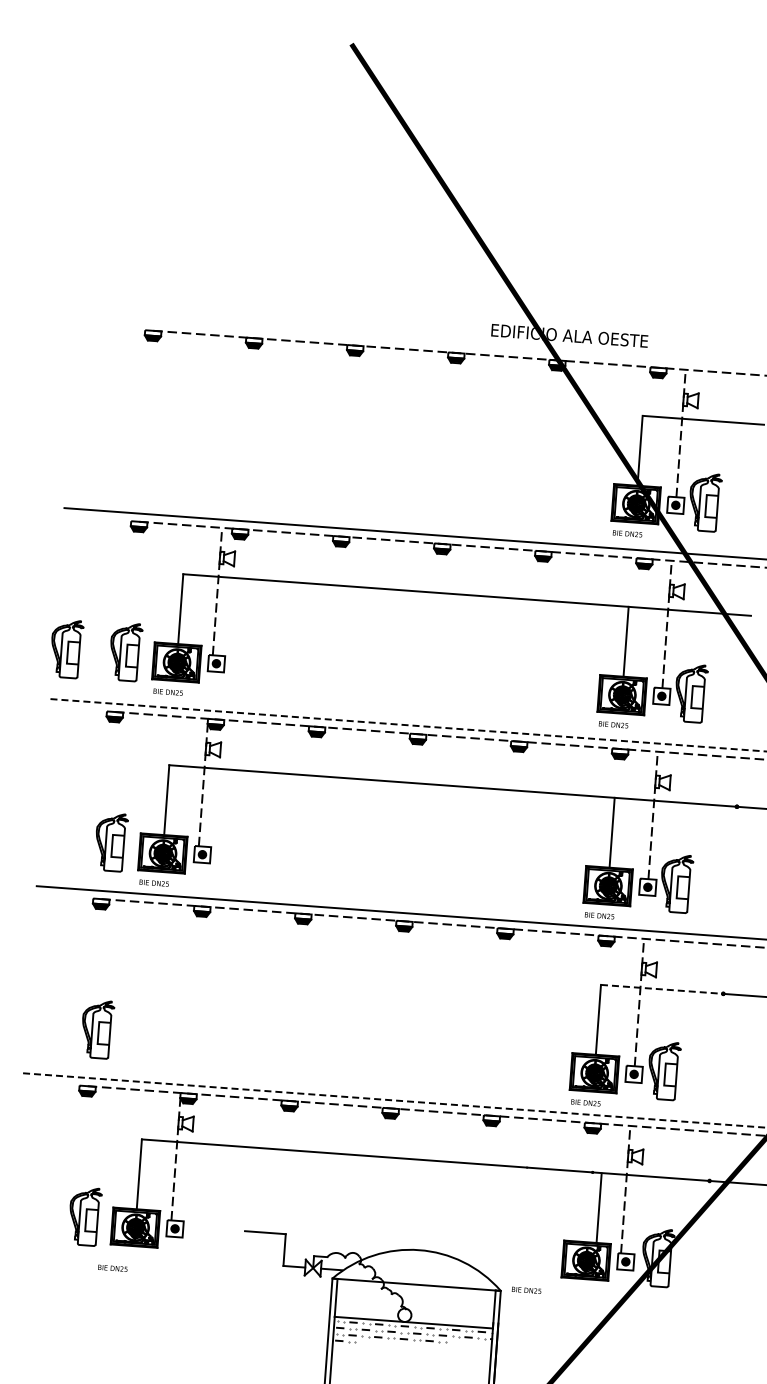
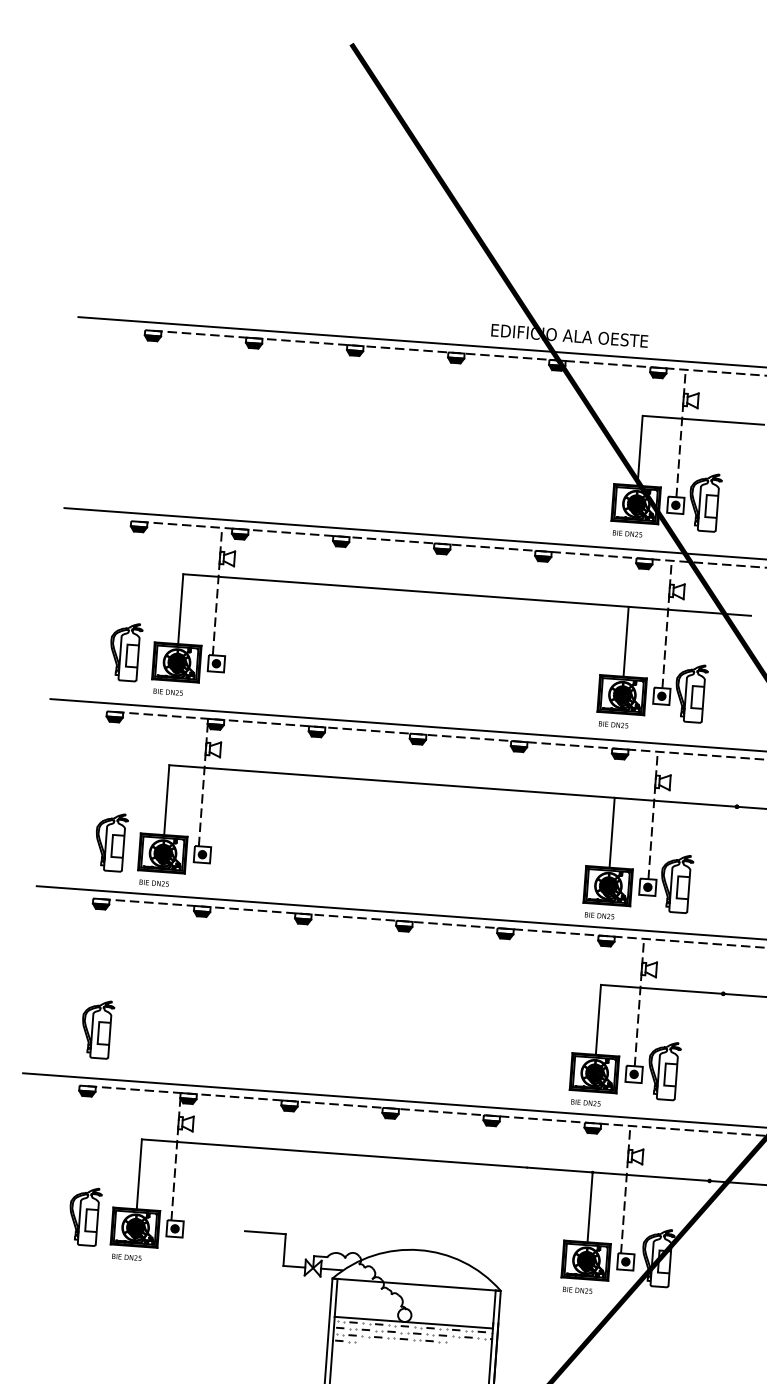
line at (420, 342): none -> present
part at (67, 649): present -> none
line at (408, 725): dashed -> solid
line at (662, 989): dashed -> solid
line at (394, 1100): dashed -> solid
line at (598, 1208) position: (598, 1208) -> (589, 1207)
text at (112, 1267) position: (112, 1267) -> (126, 1256)
text at (526, 1289) position: (526, 1289) -> (577, 1289)
